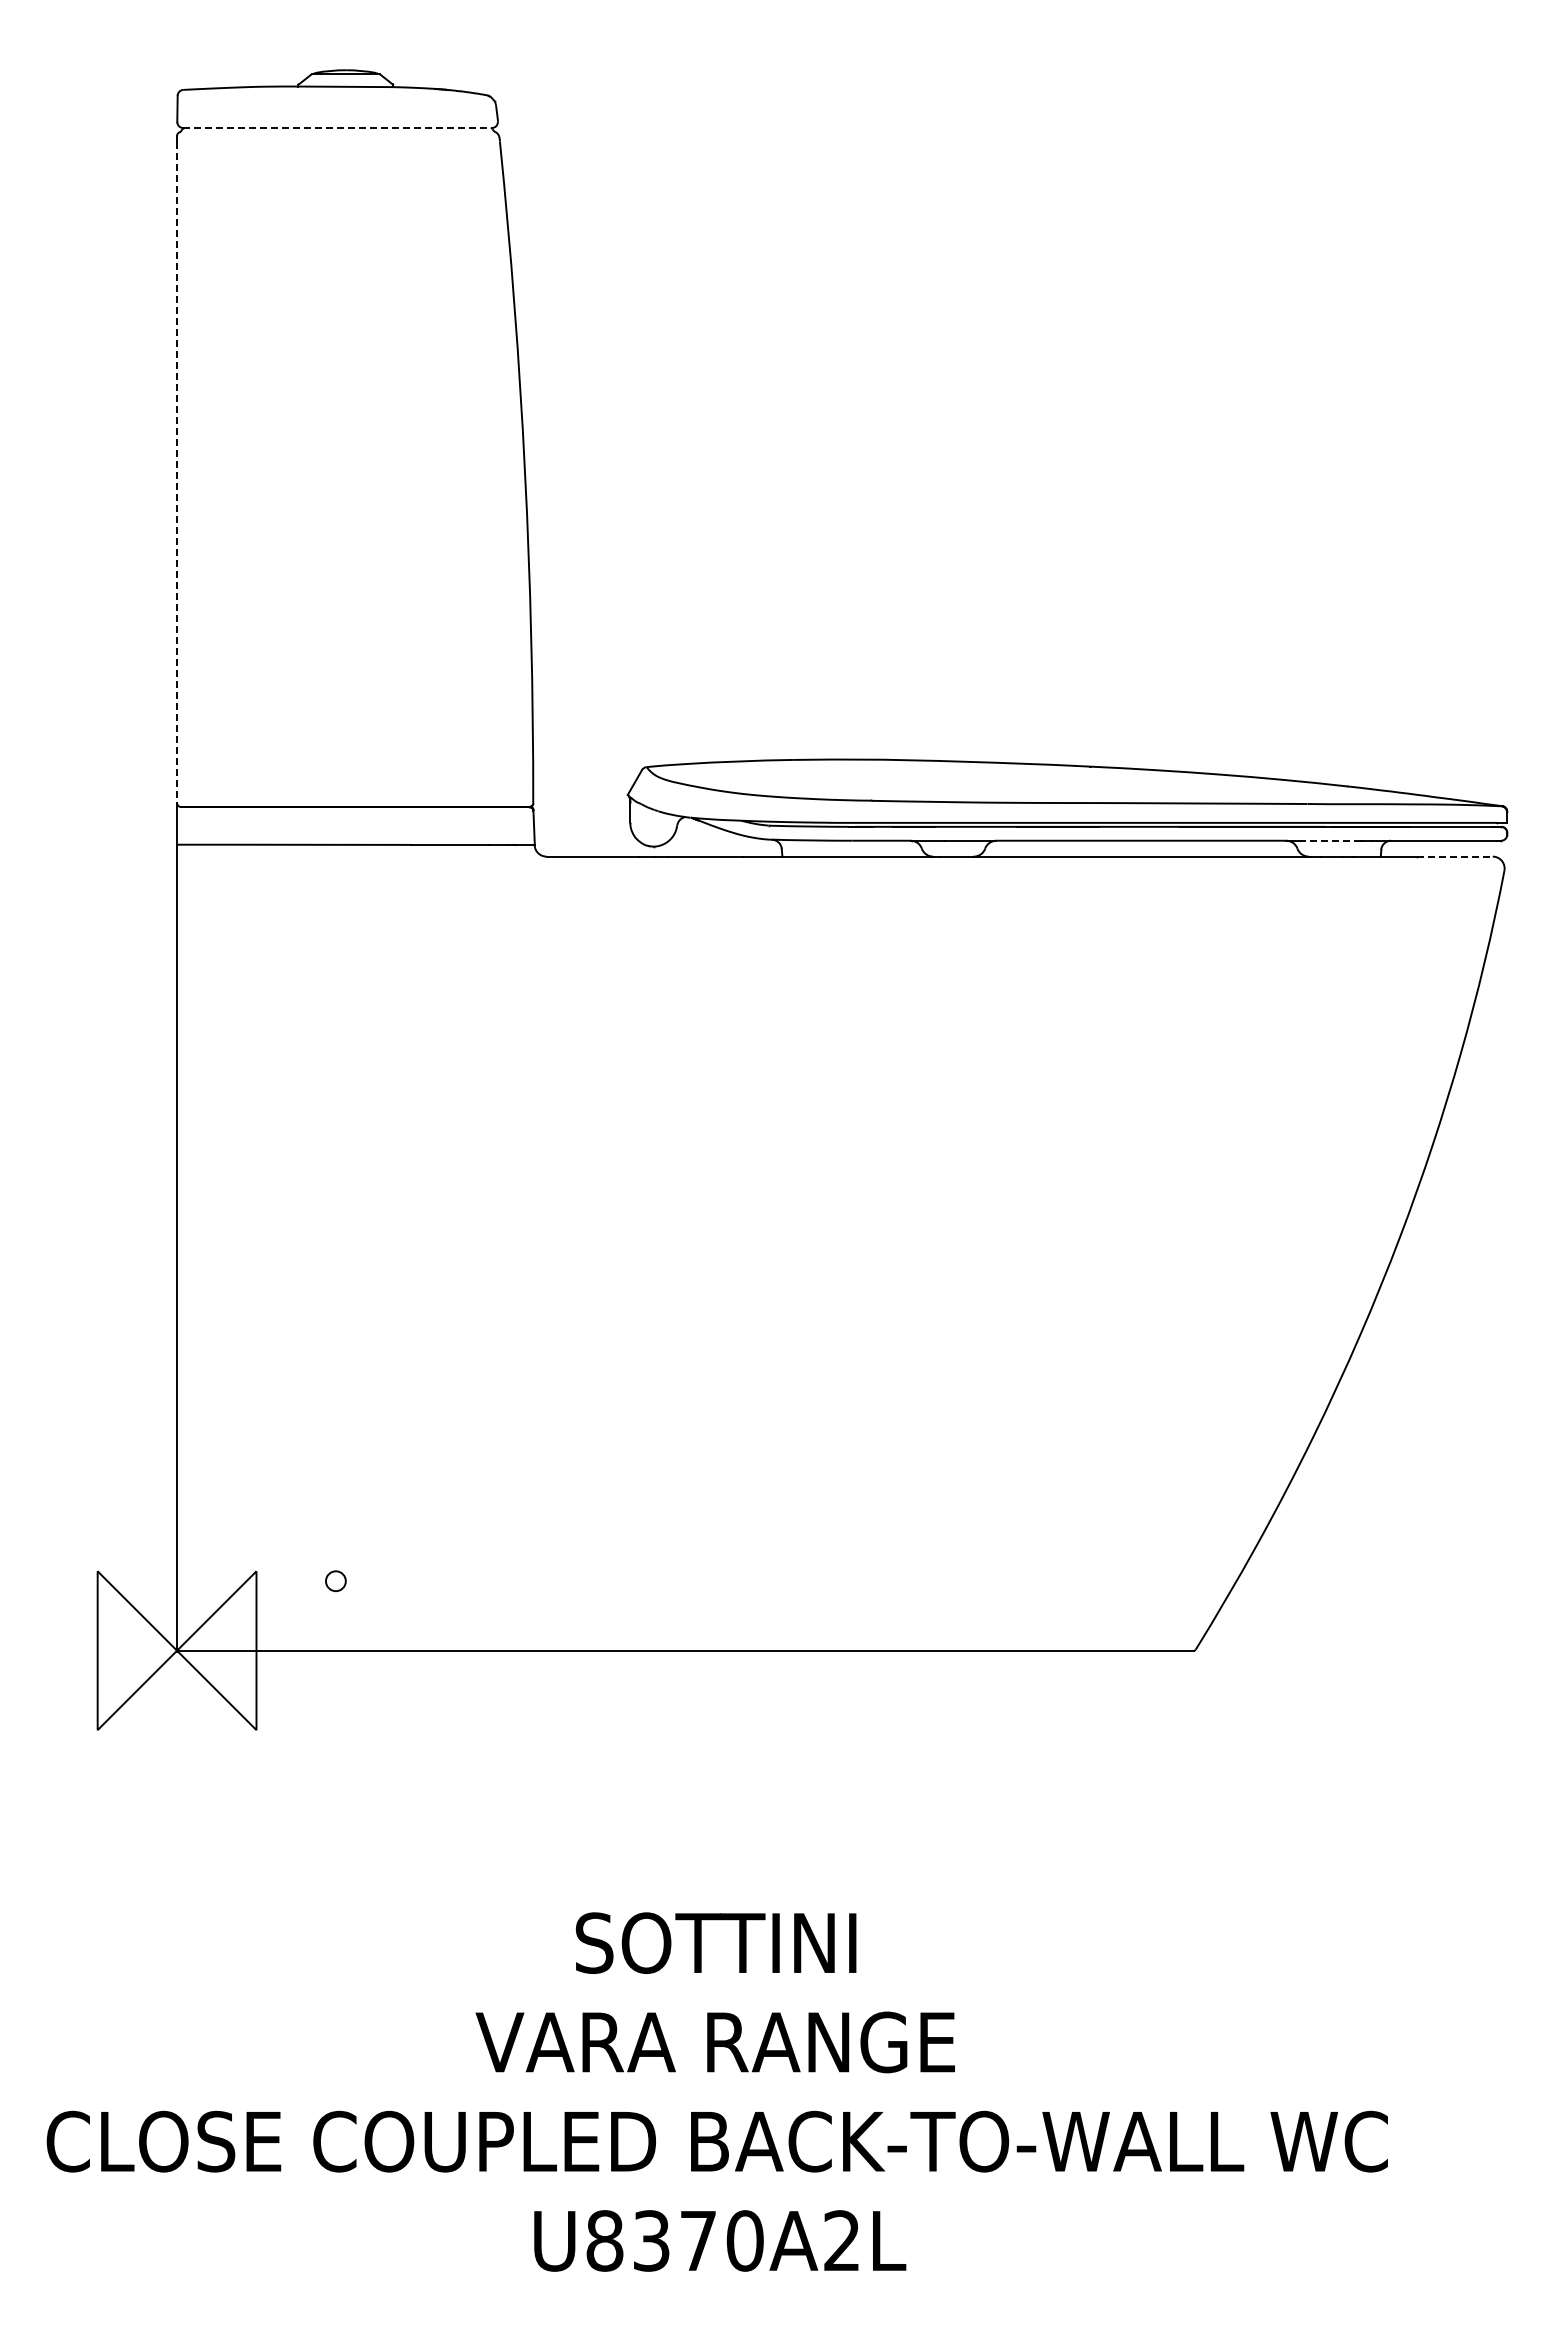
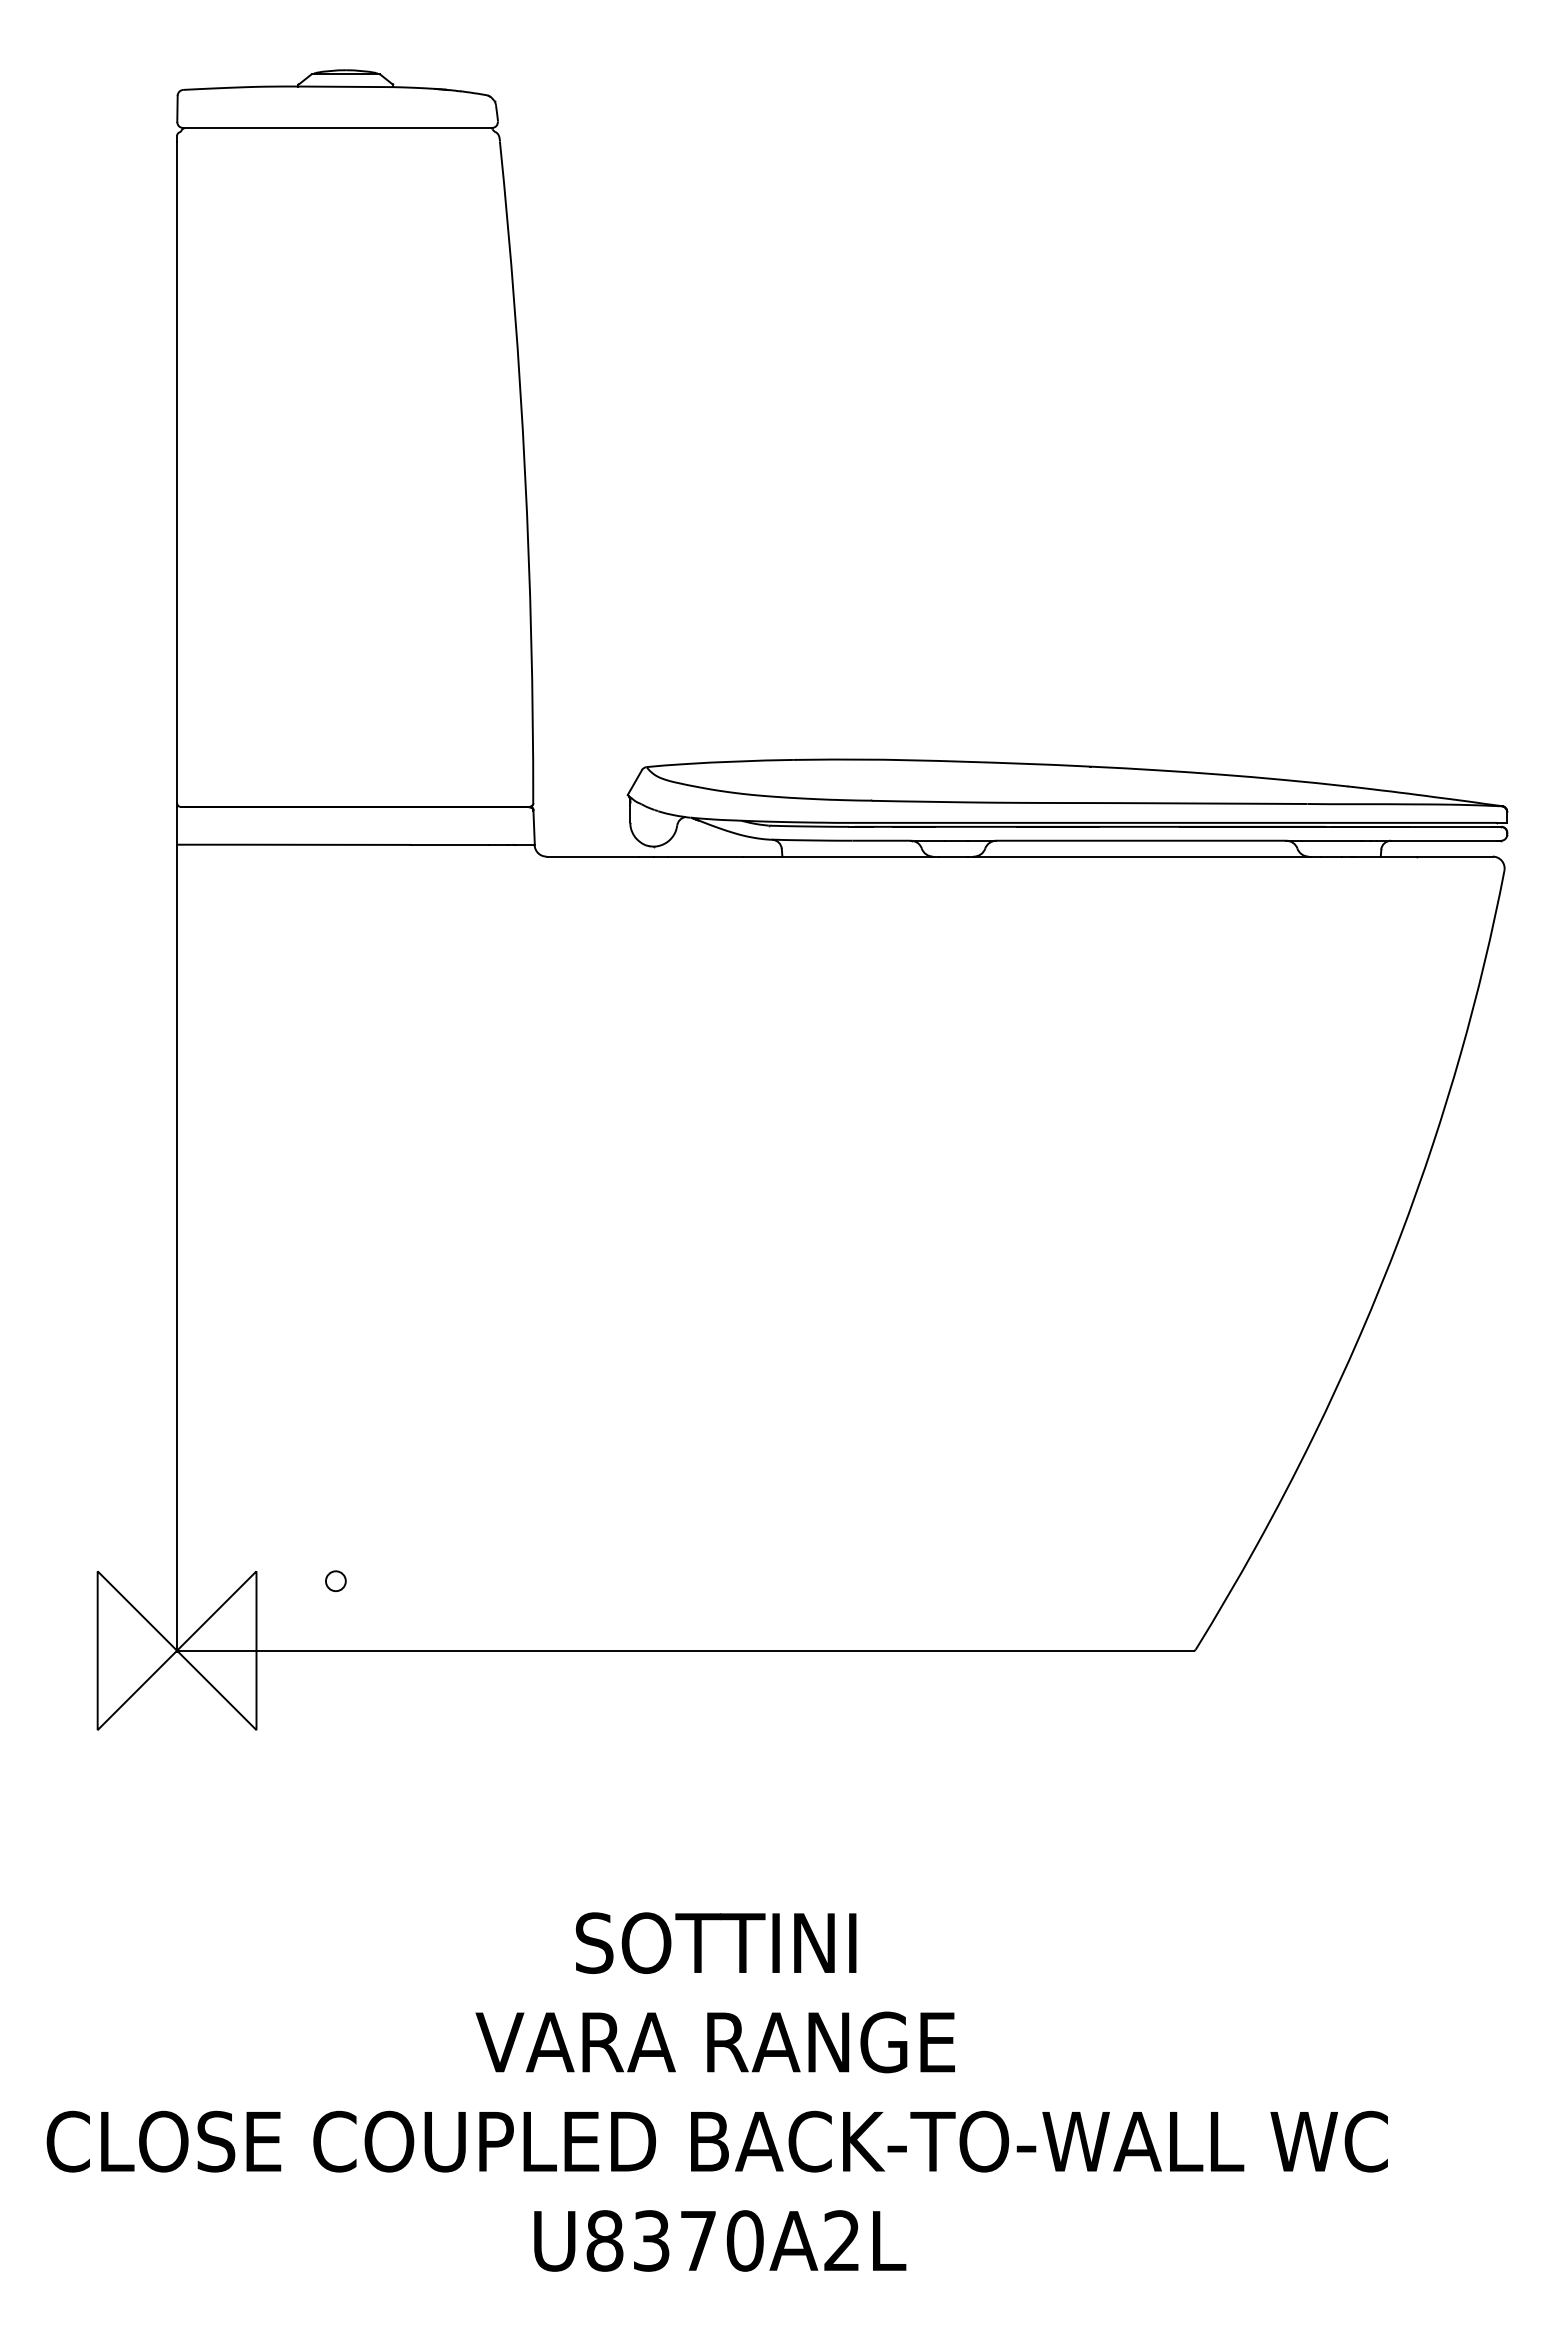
line at (338, 128): dashed -> solid
line at (177, 472): dashed -> solid
line at (1331, 840): dashed -> solid
line at (1455, 856): dashed -> solid
